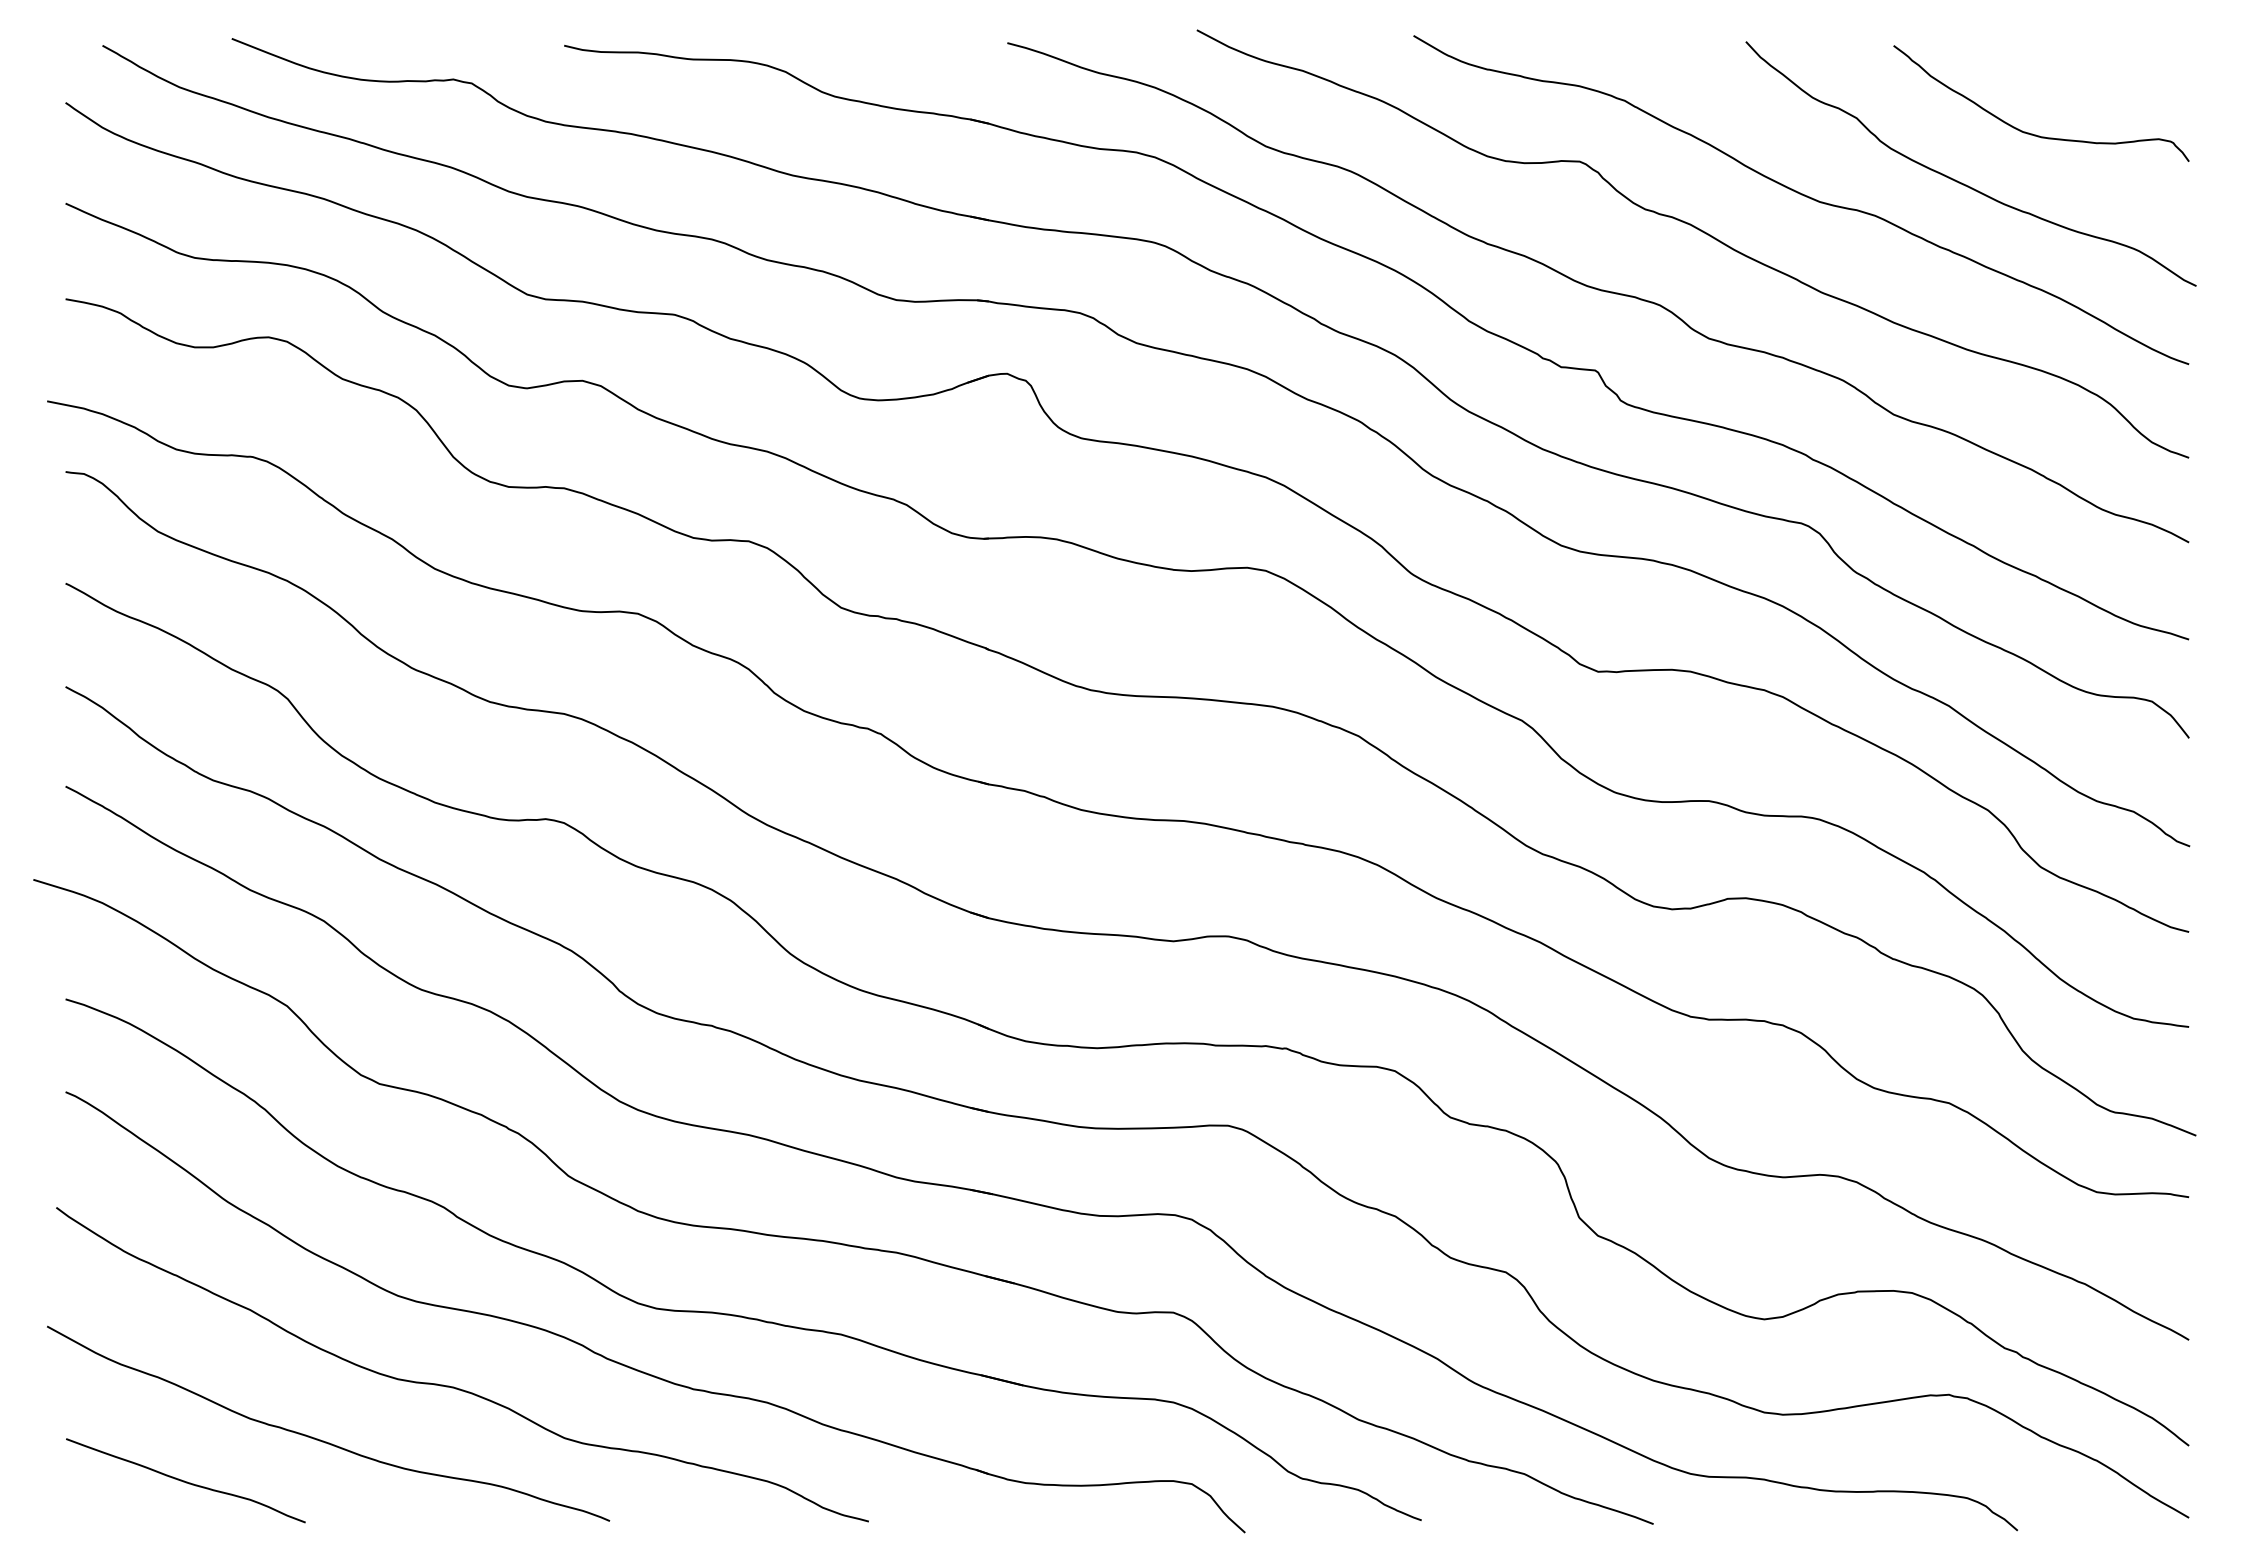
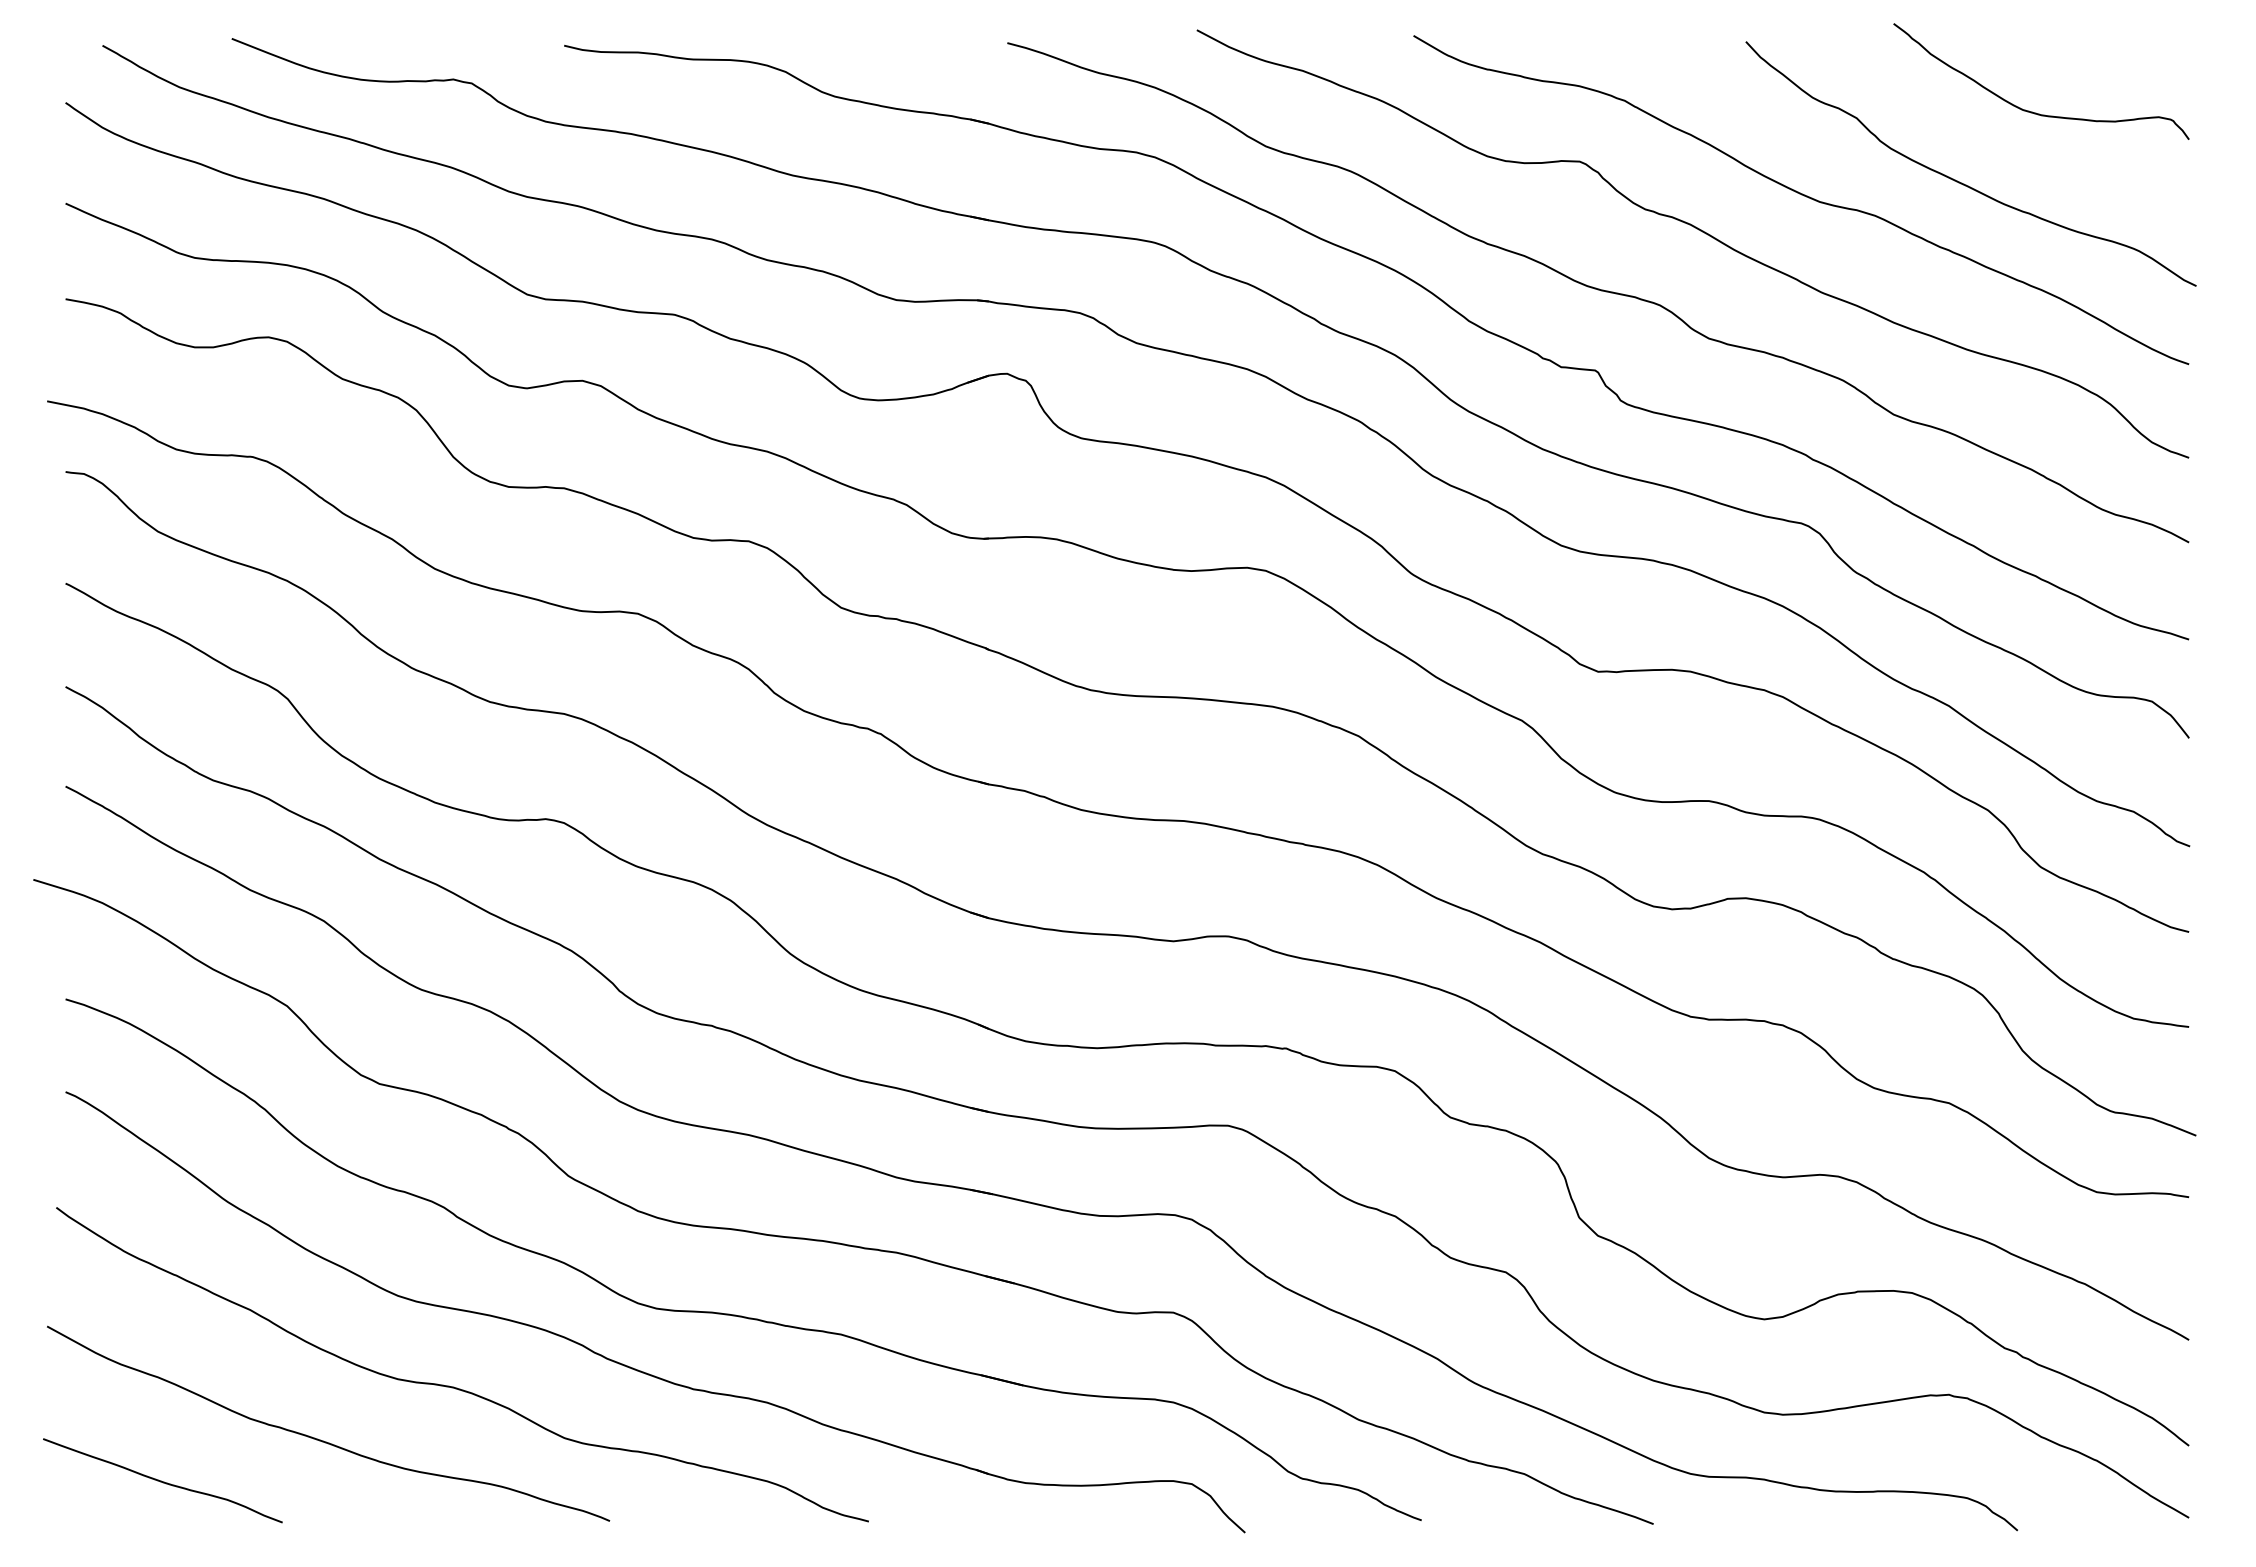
curve at (2032, 133) position: (2032, 133) -> (2032, 111)
curve at (184, 1480) position: (184, 1480) -> (161, 1480)
